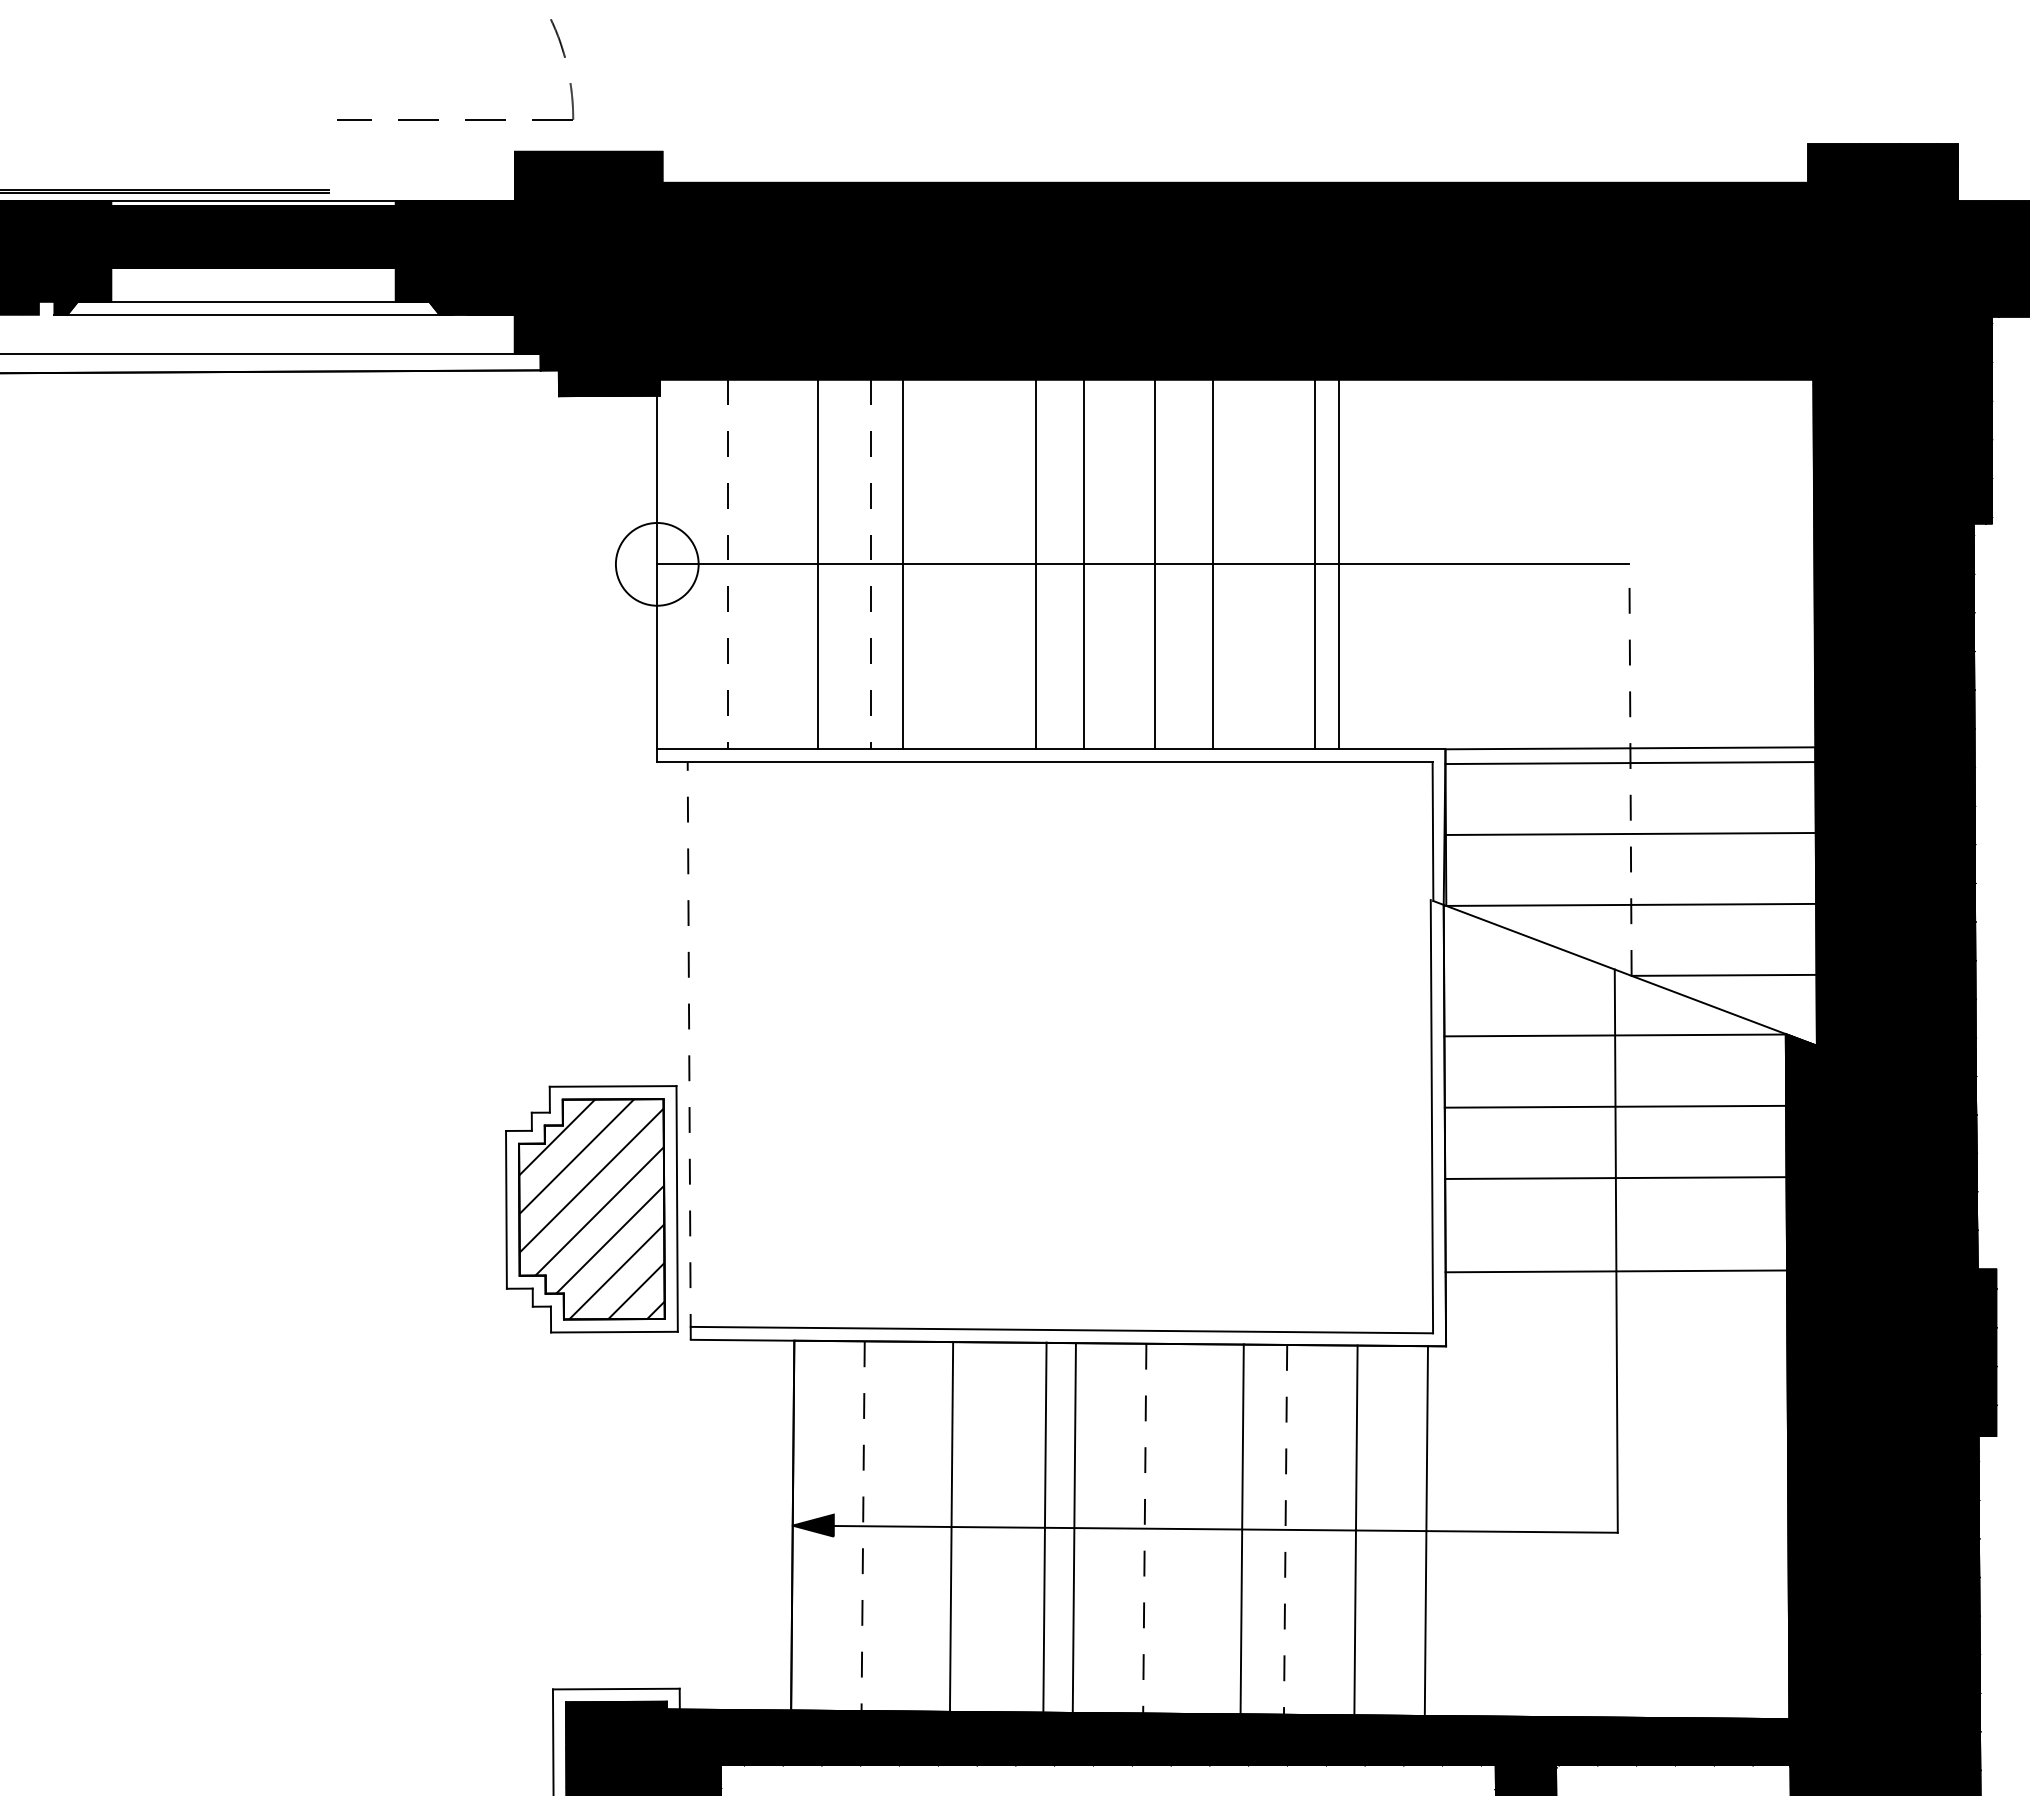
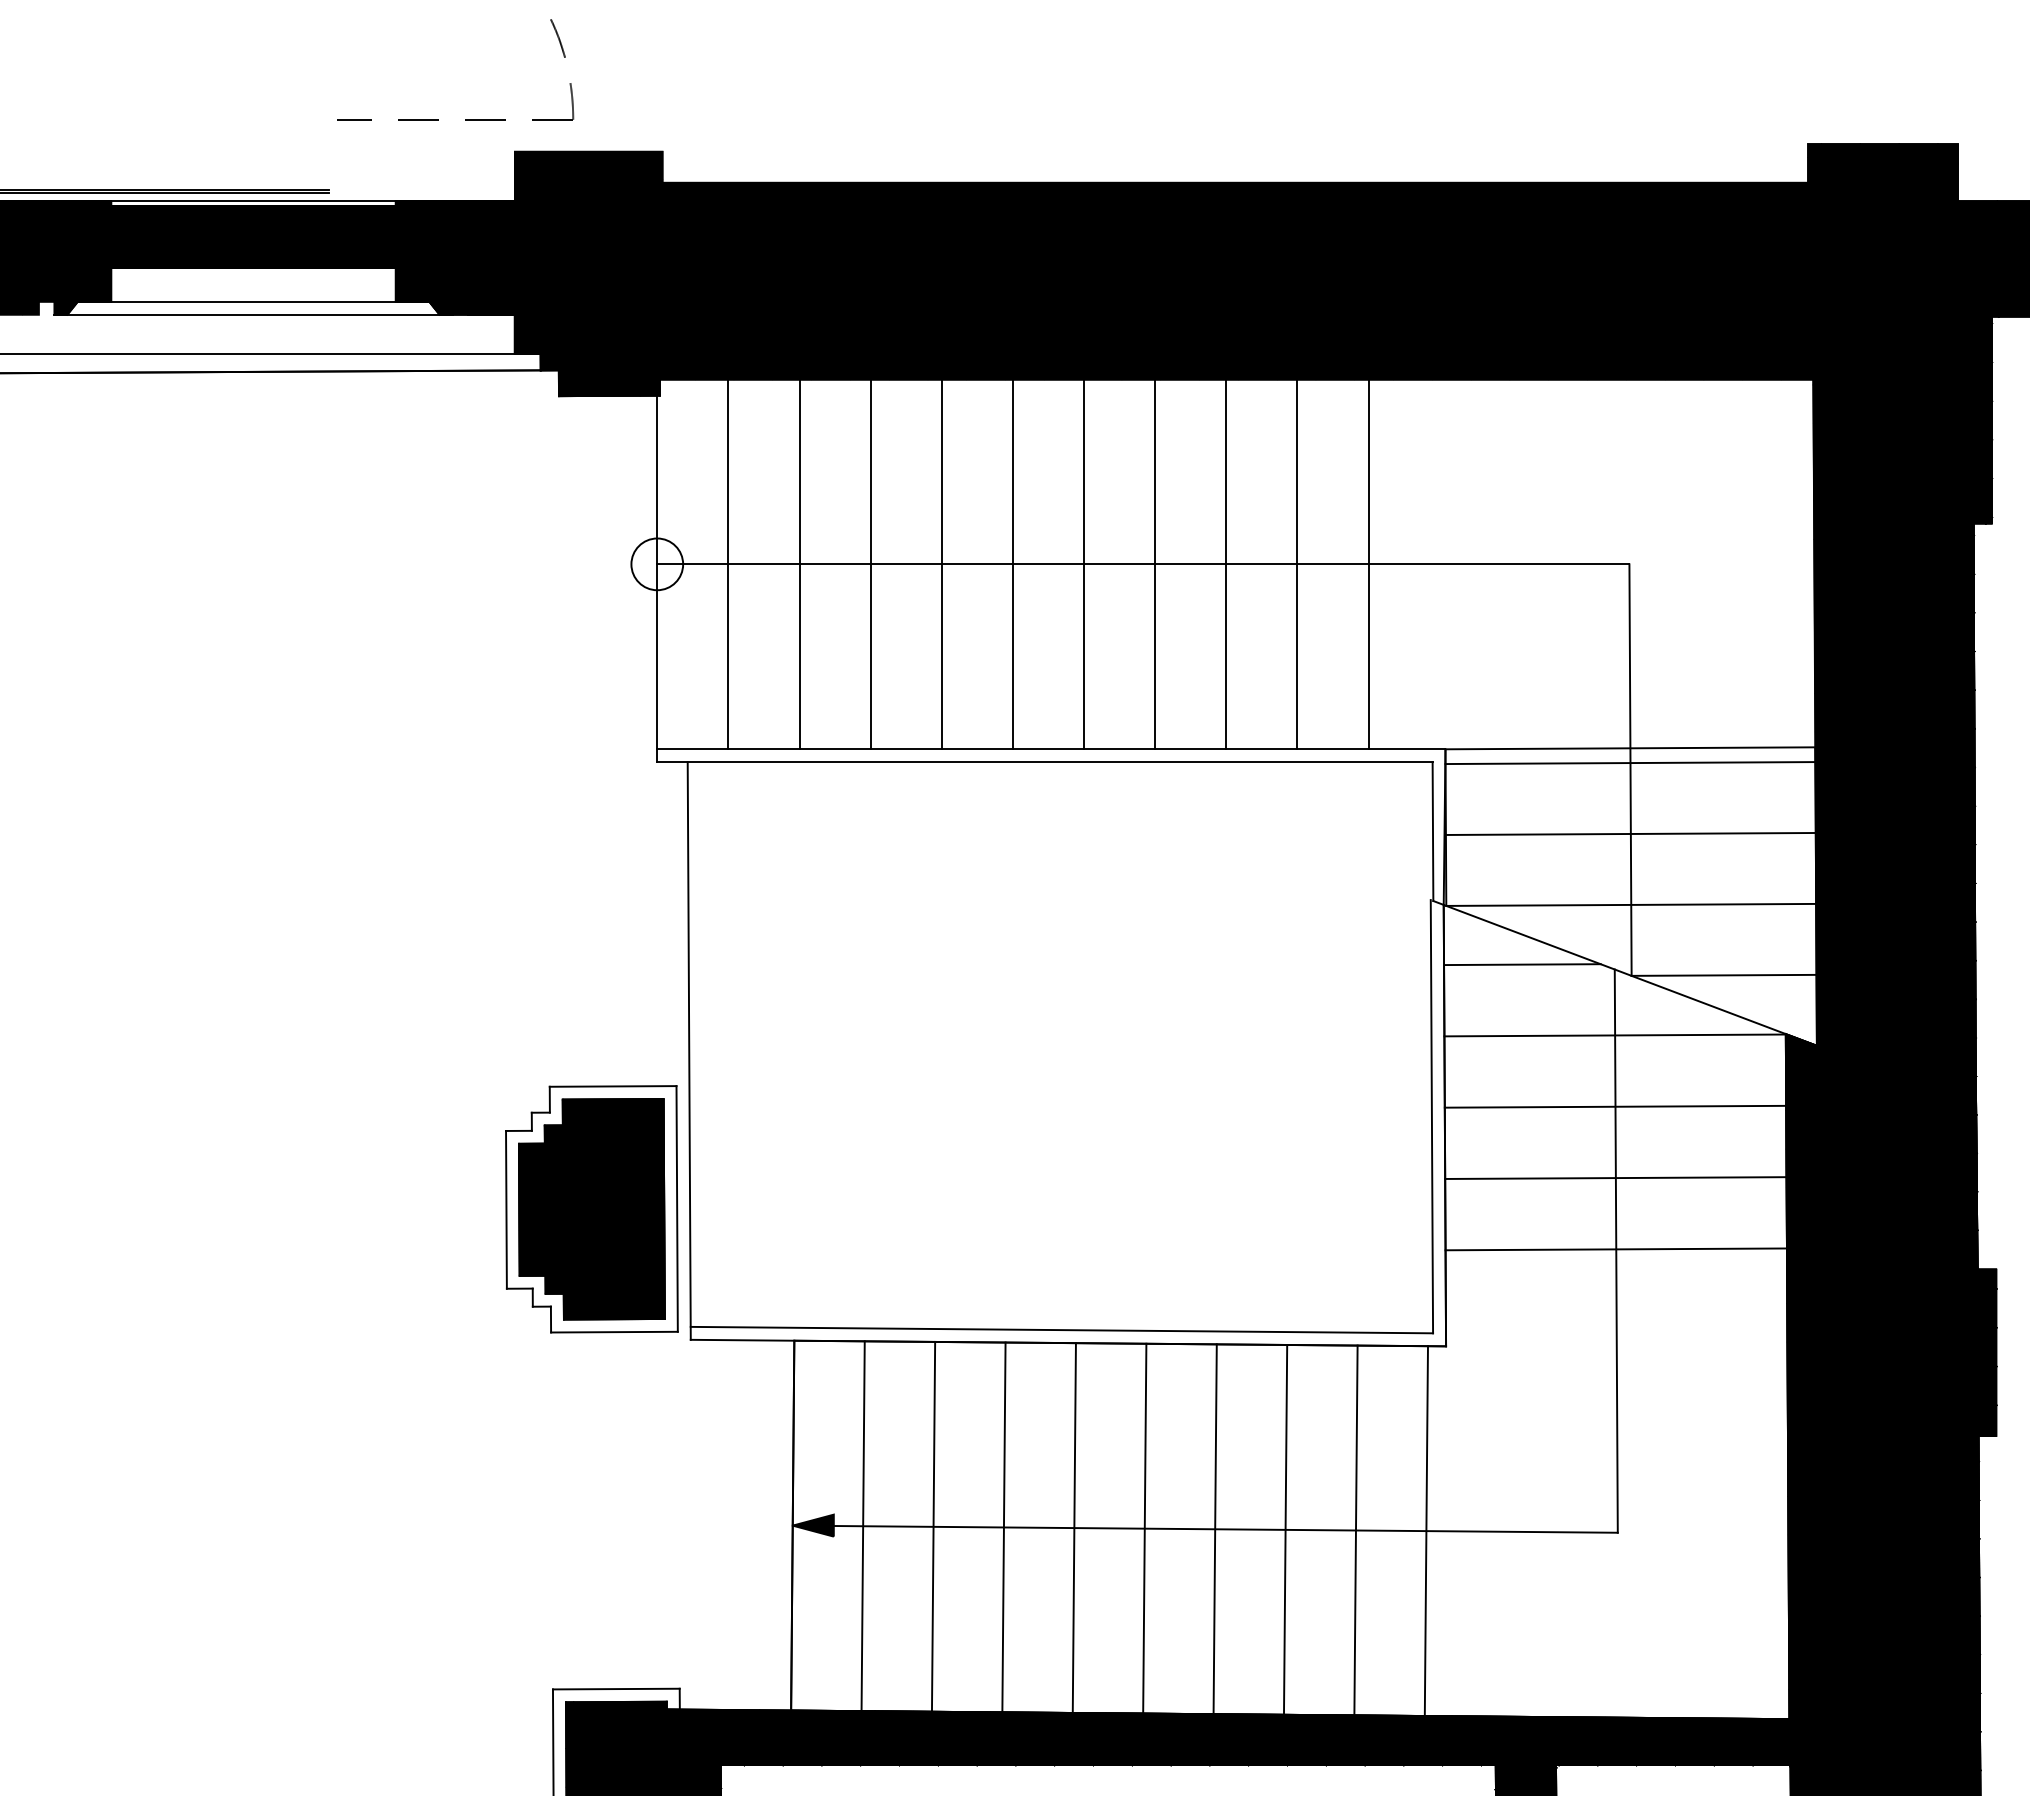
circle at (656, 563) diameter: 83 px -> 52 px
line at (728, 564): dashed -> solid
line at (817, 564) position: (817, 564) -> (799, 564)
line at (870, 564): dashed -> solid
line at (902, 564) position: (902, 564) -> (941, 564)
line at (1035, 564) position: (1035, 564) -> (1012, 564)
line at (1213, 564) position: (1213, 564) -> (1226, 564)
line at (1315, 564) position: (1315, 564) -> (1297, 564)
line at (1338, 564) position: (1338, 564) -> (1368, 564)
line at (1630, 770): dashed -> solid
line at (1522, 964): none -> present
line at (689, 1051): dashed -> solid
fill at (591, 1209): none -> present
line at (1615, 1271) position: (1615, 1271) -> (1615, 1249)
line at (863, 1526): dashed -> solid
line at (951, 1526) position: (951, 1526) -> (933, 1526)
line at (1044, 1527) position: (1044, 1527) -> (1003, 1527)
line at (1144, 1528): dashed -> solid
line at (1241, 1529) position: (1241, 1529) -> (1214, 1529)
line at (1285, 1529): dashed -> solid
